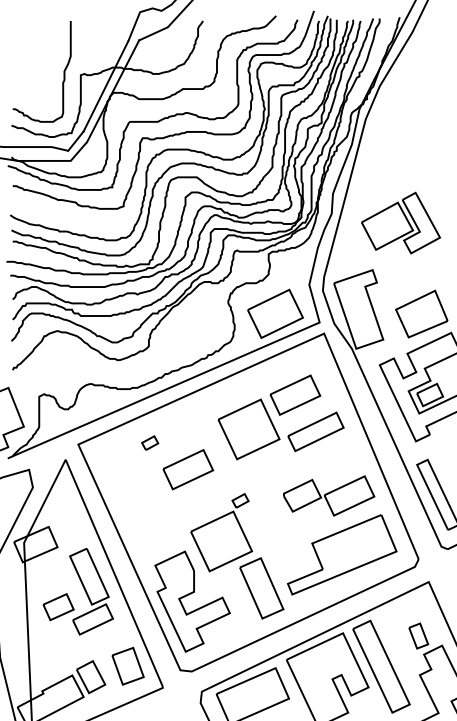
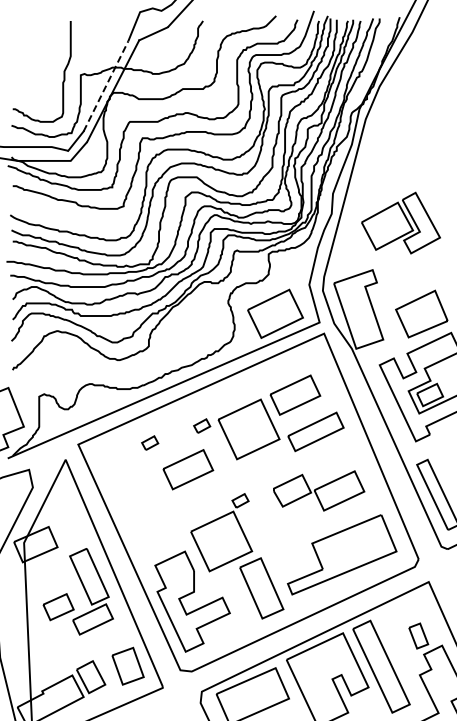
line at (106, 85): solid -> dashed
part at (202, 425): none -> present
part at (329, 495) position: (329, 495) -> (319, 490)
